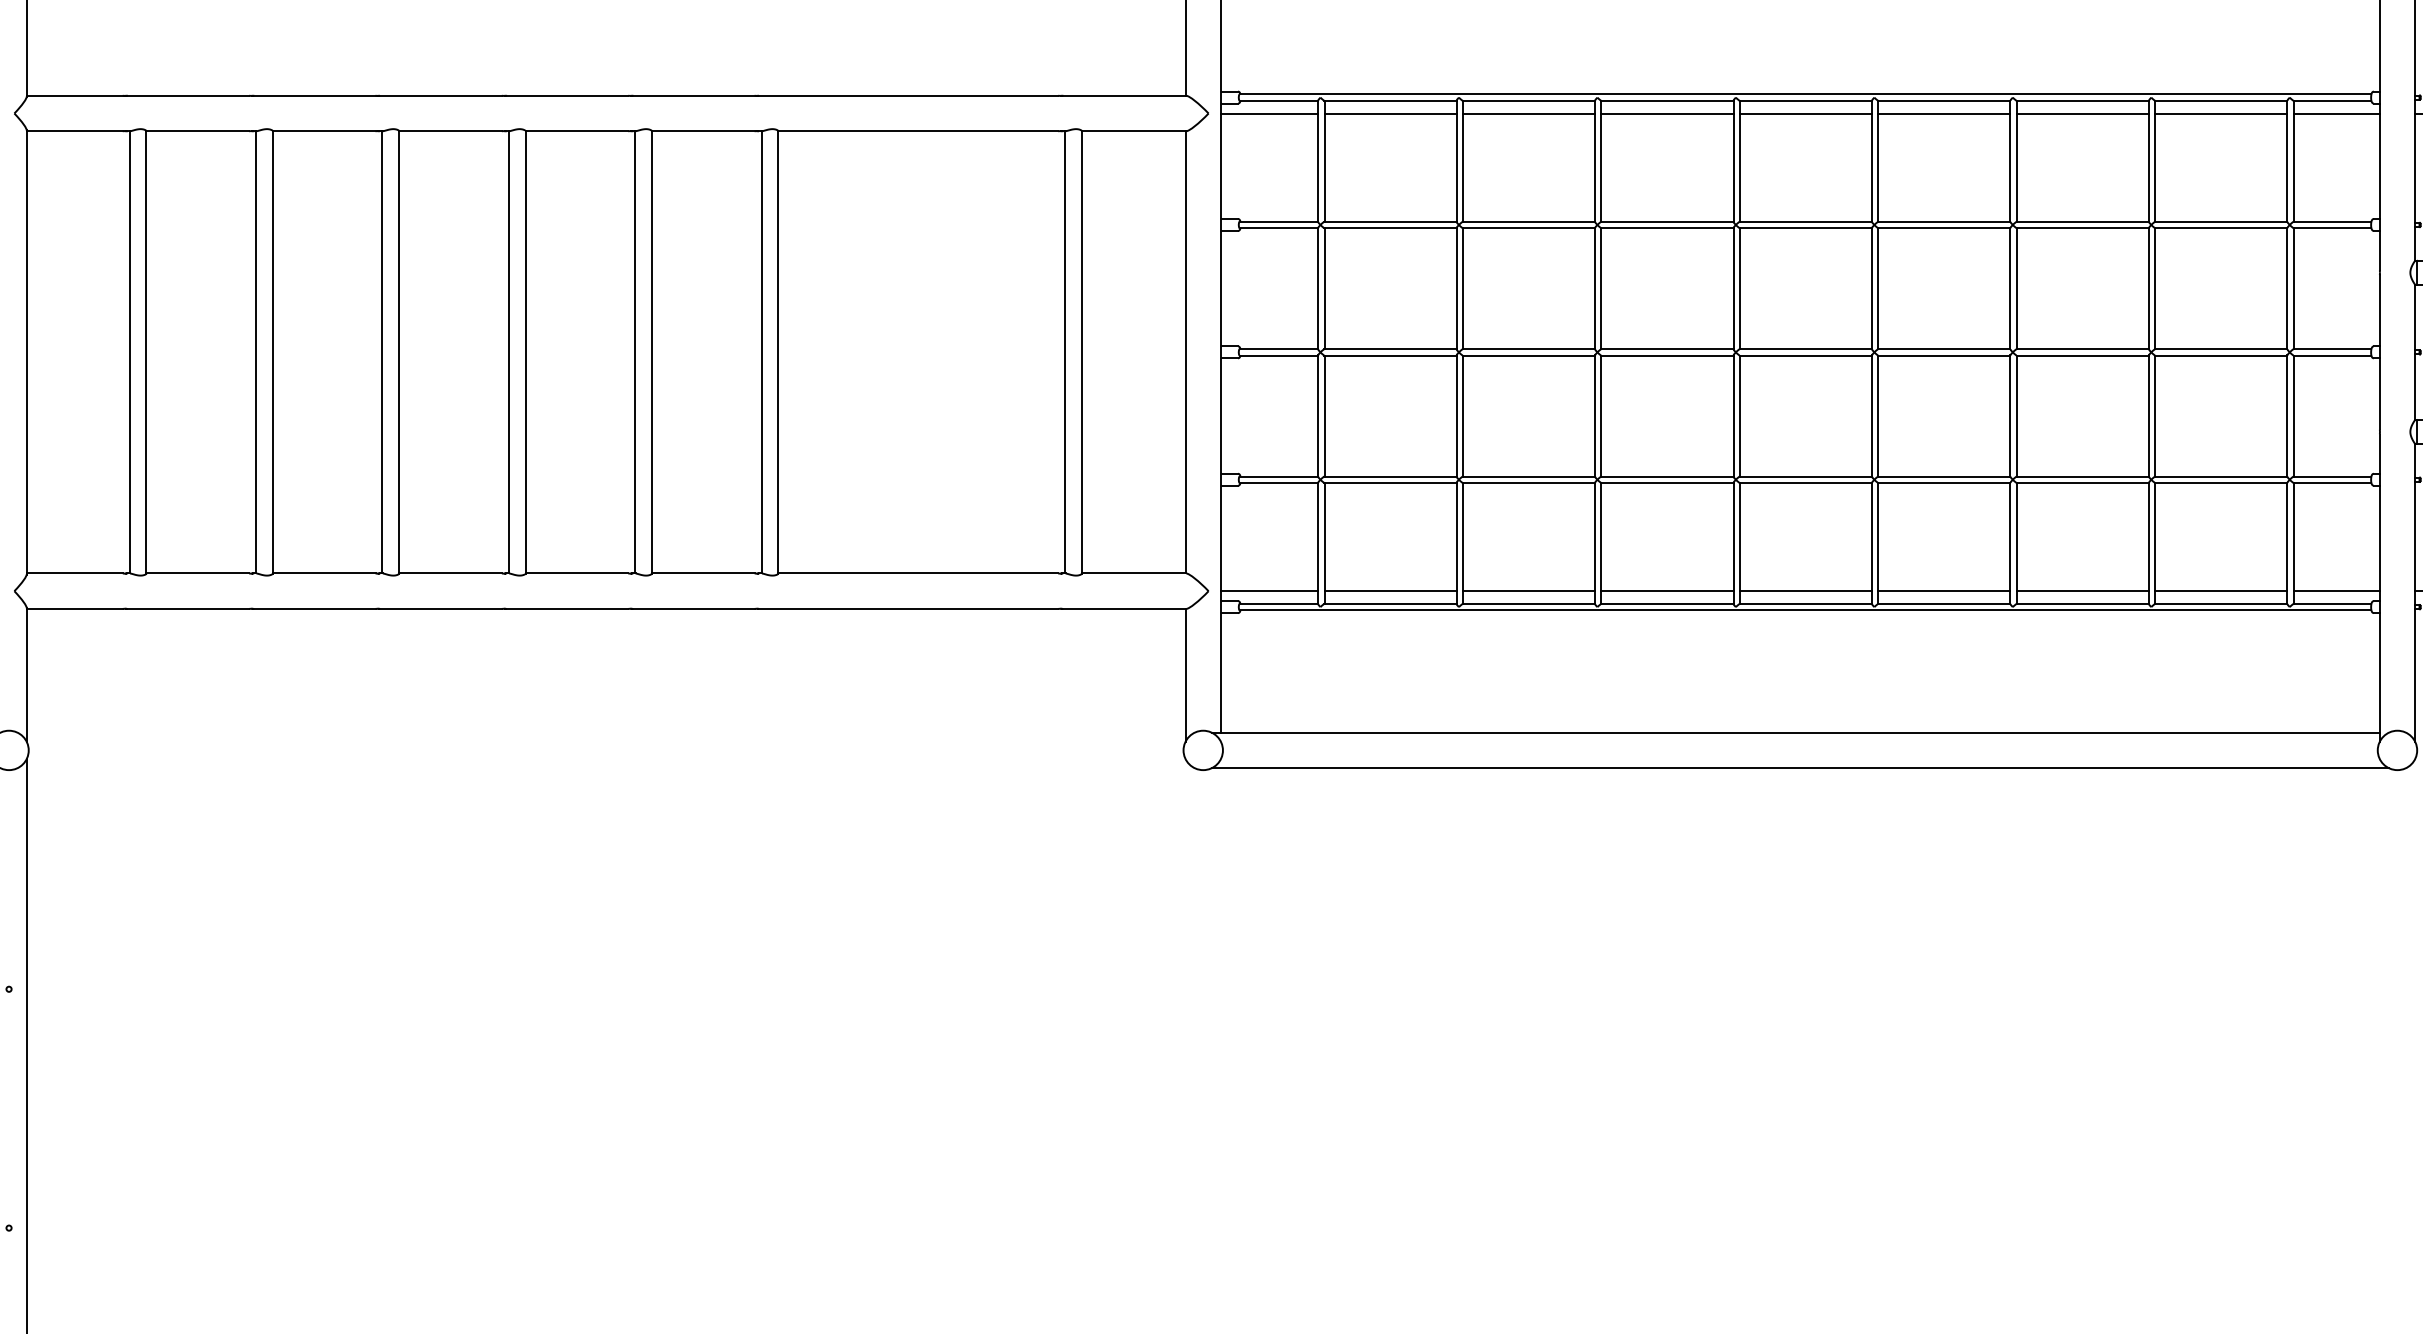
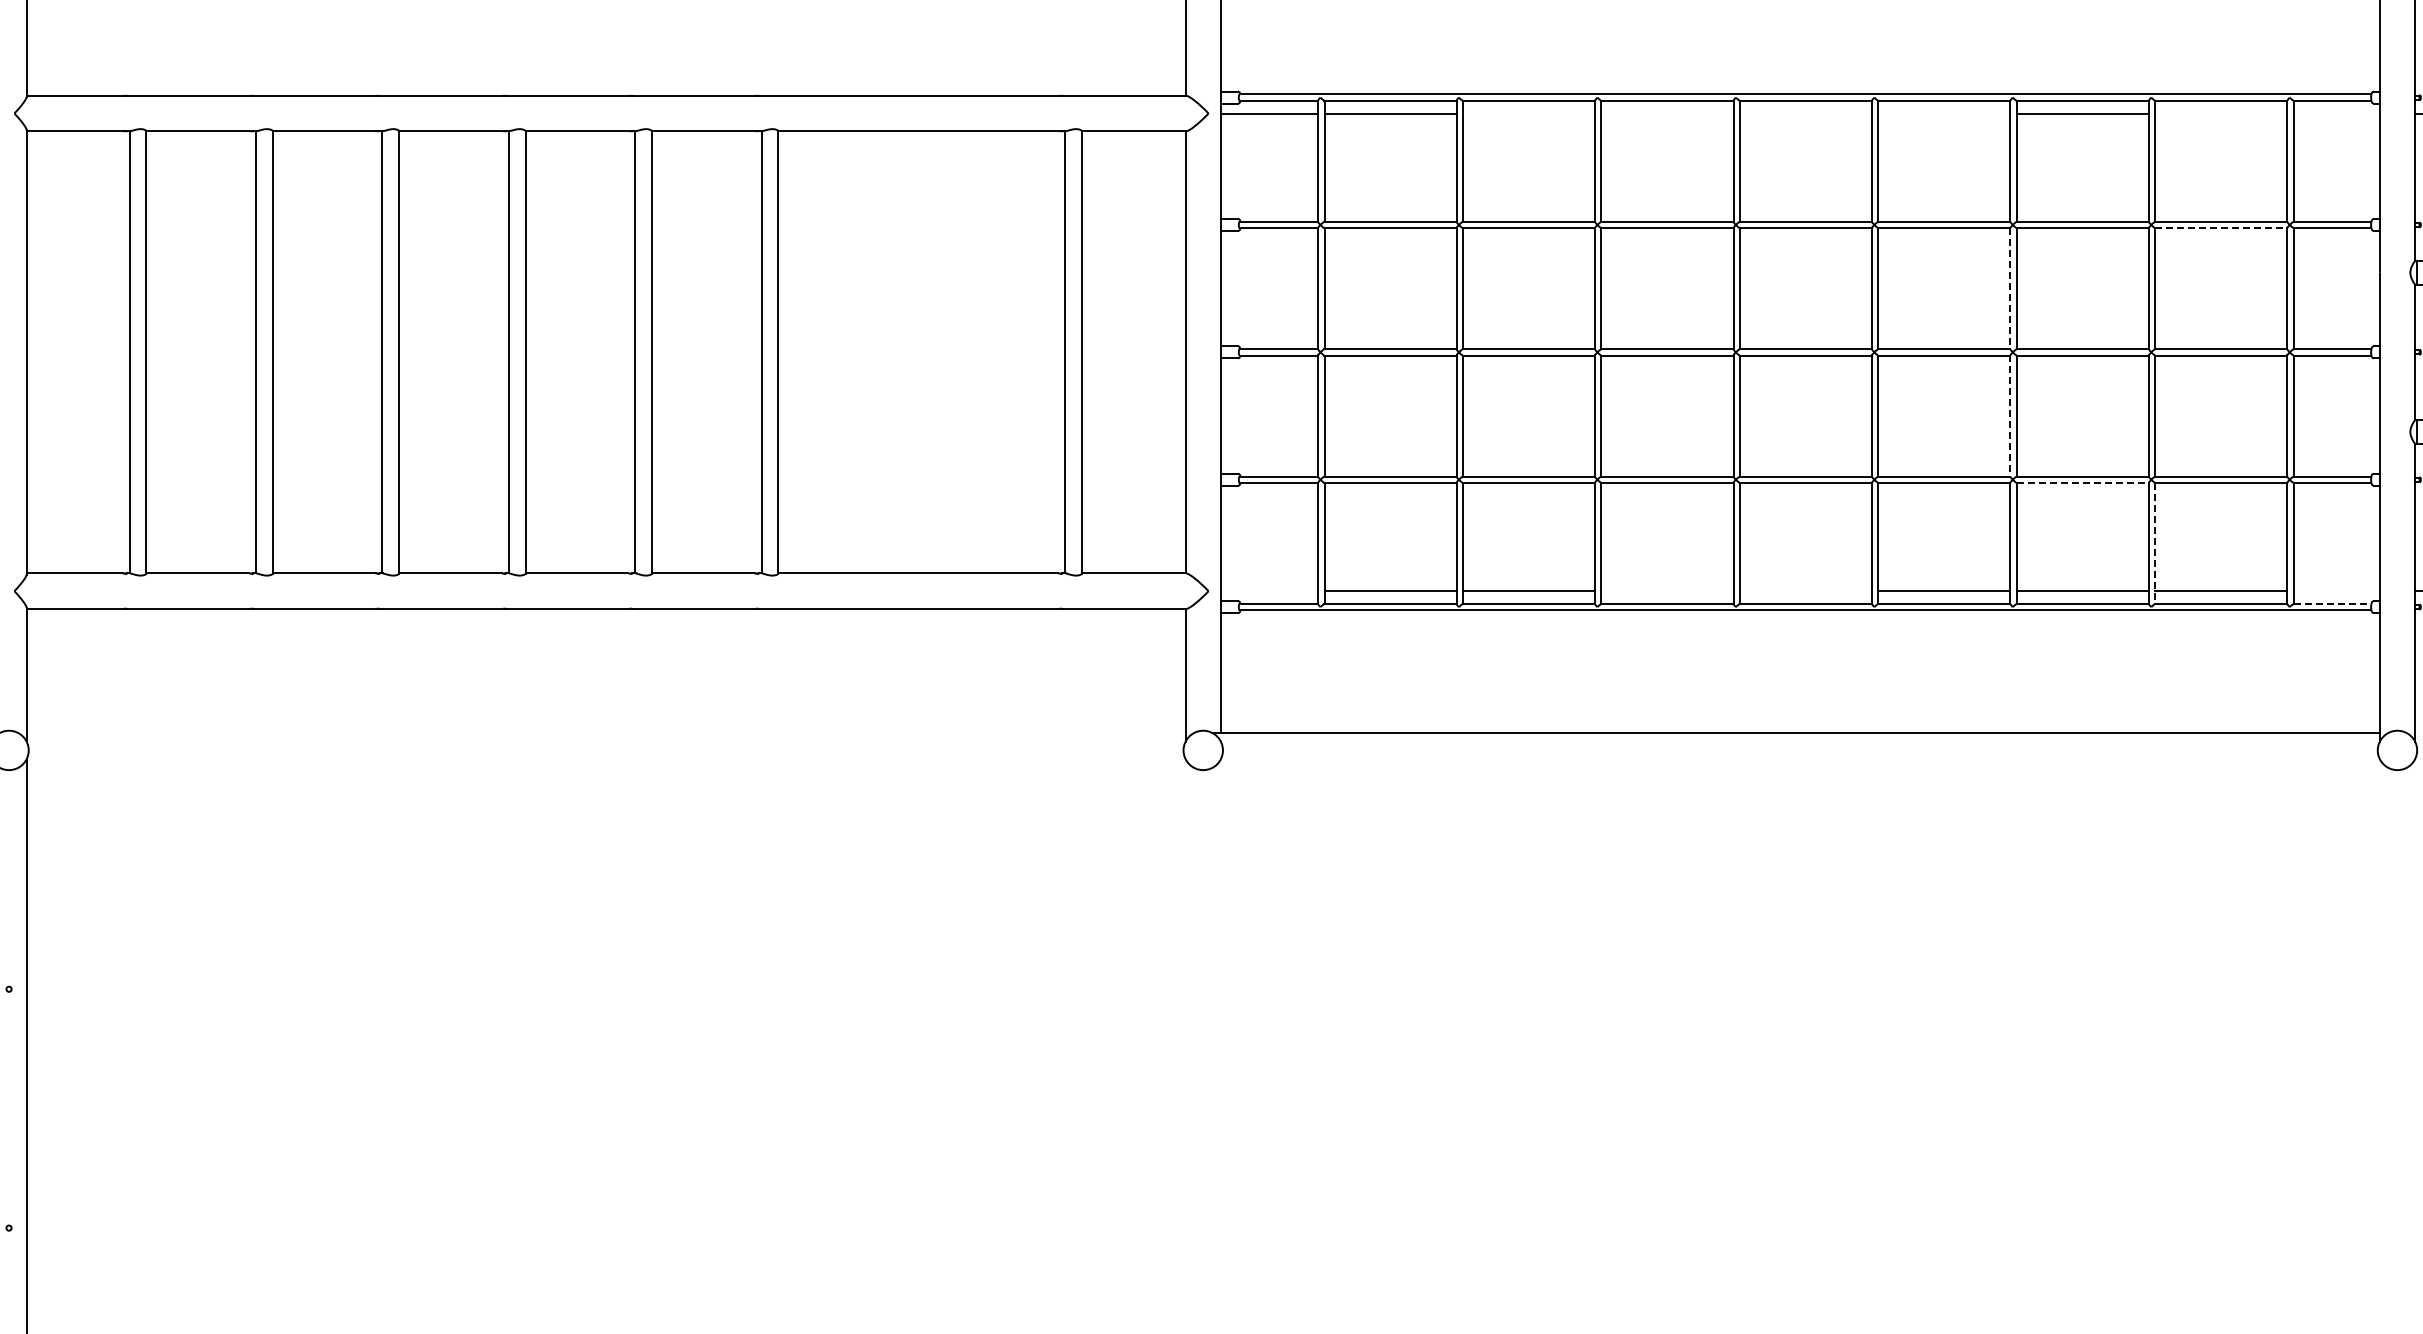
line at (1528, 113): present -> none
line at (1667, 113): present -> none
line at (1805, 113): present -> none
line at (1944, 113): present -> none
line at (2221, 113): present -> none
line at (2336, 113): present -> none
line at (2221, 228): solid -> dashed
line at (2010, 288): solid -> dashed
line at (2010, 416): solid -> dashed
line at (2083, 482): solid -> dashed
line at (2155, 543): solid -> dashed
line at (1269, 591): present -> none
line at (1667, 591): present -> none
line at (1805, 591): present -> none
line at (2336, 591): present -> none
line at (2332, 603): solid -> dashed
line at (1799, 768): present -> none
